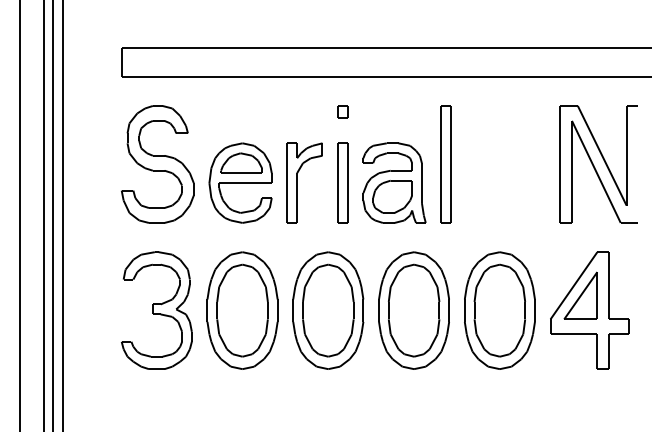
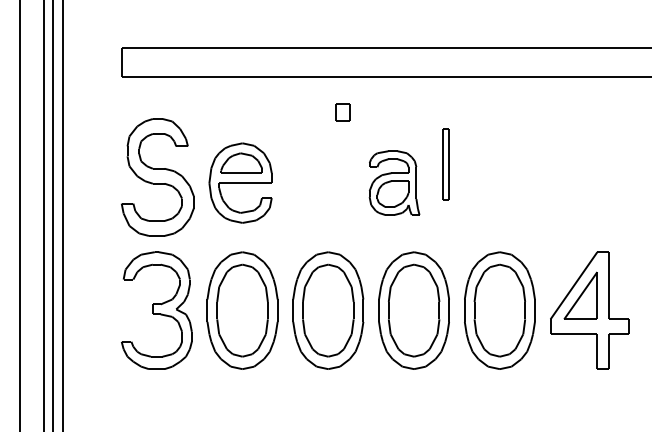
part at (342, 111) size: 12x14 px -> 16x19 px
part at (157, 164) position: (157, 164) -> (157, 177)
part at (445, 164) size: 12x119 px -> 8x73 px
part at (598, 164): present -> none
part at (297, 182): present -> none
part at (342, 182): present -> none
part at (394, 182) size: 65x82 px -> 53x66 px
